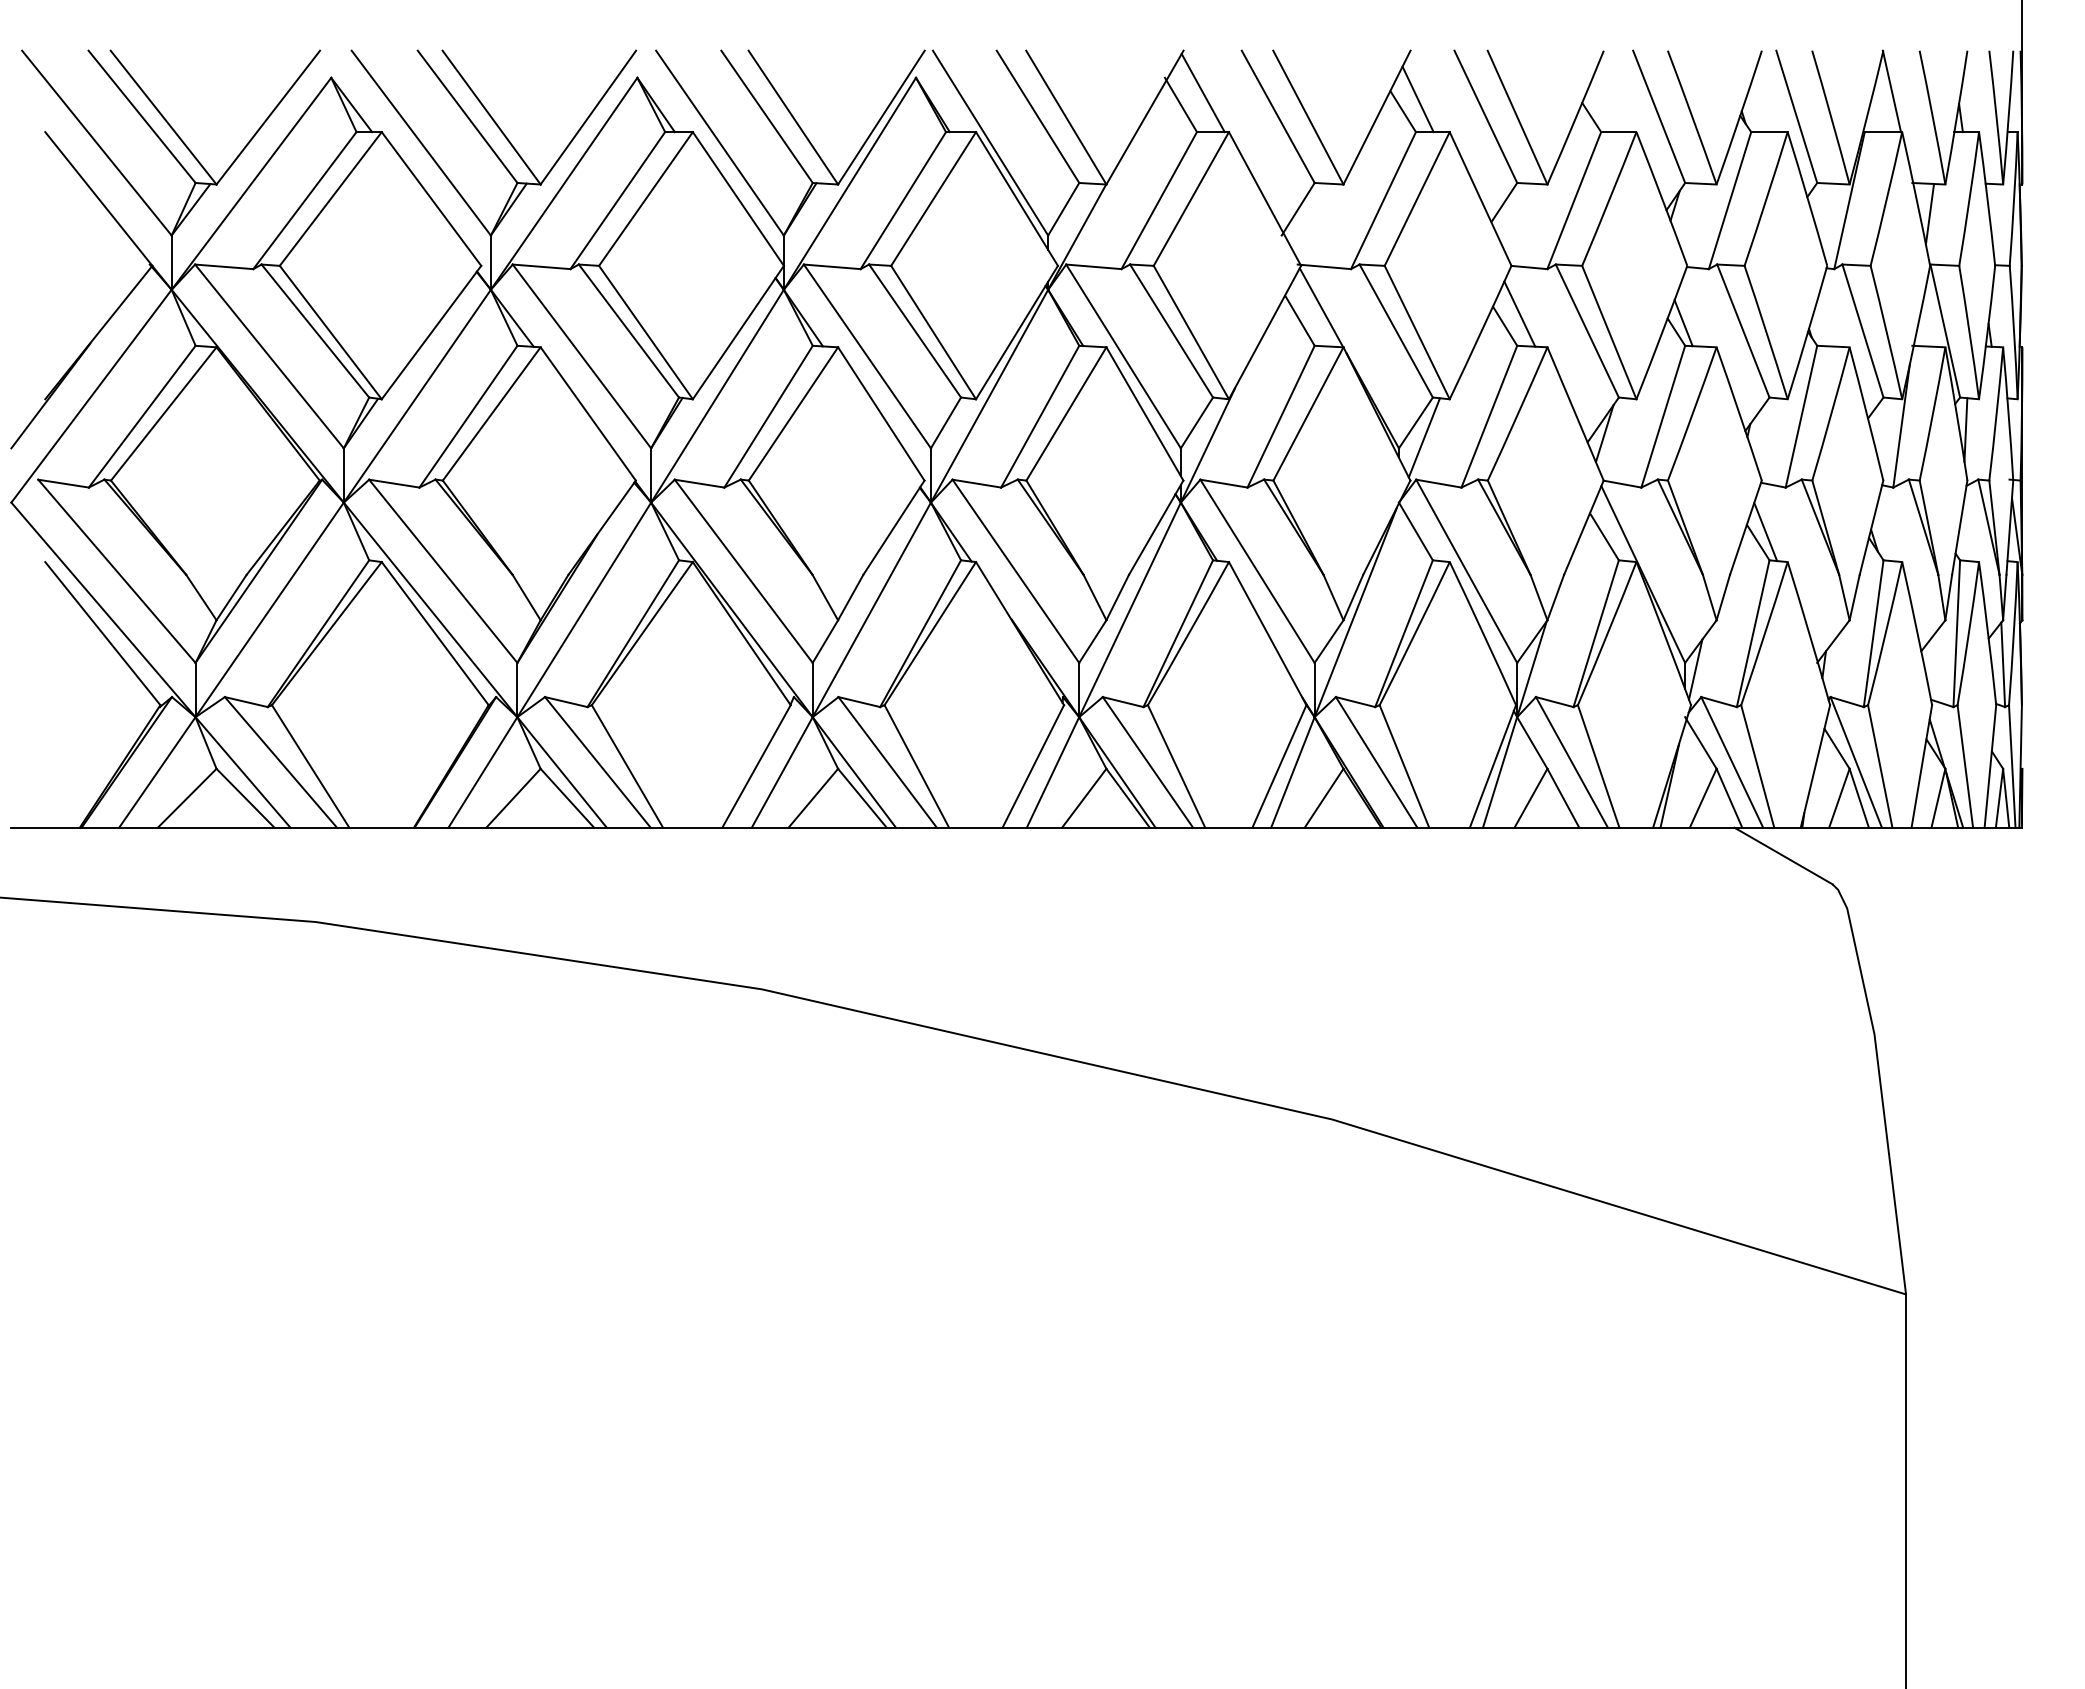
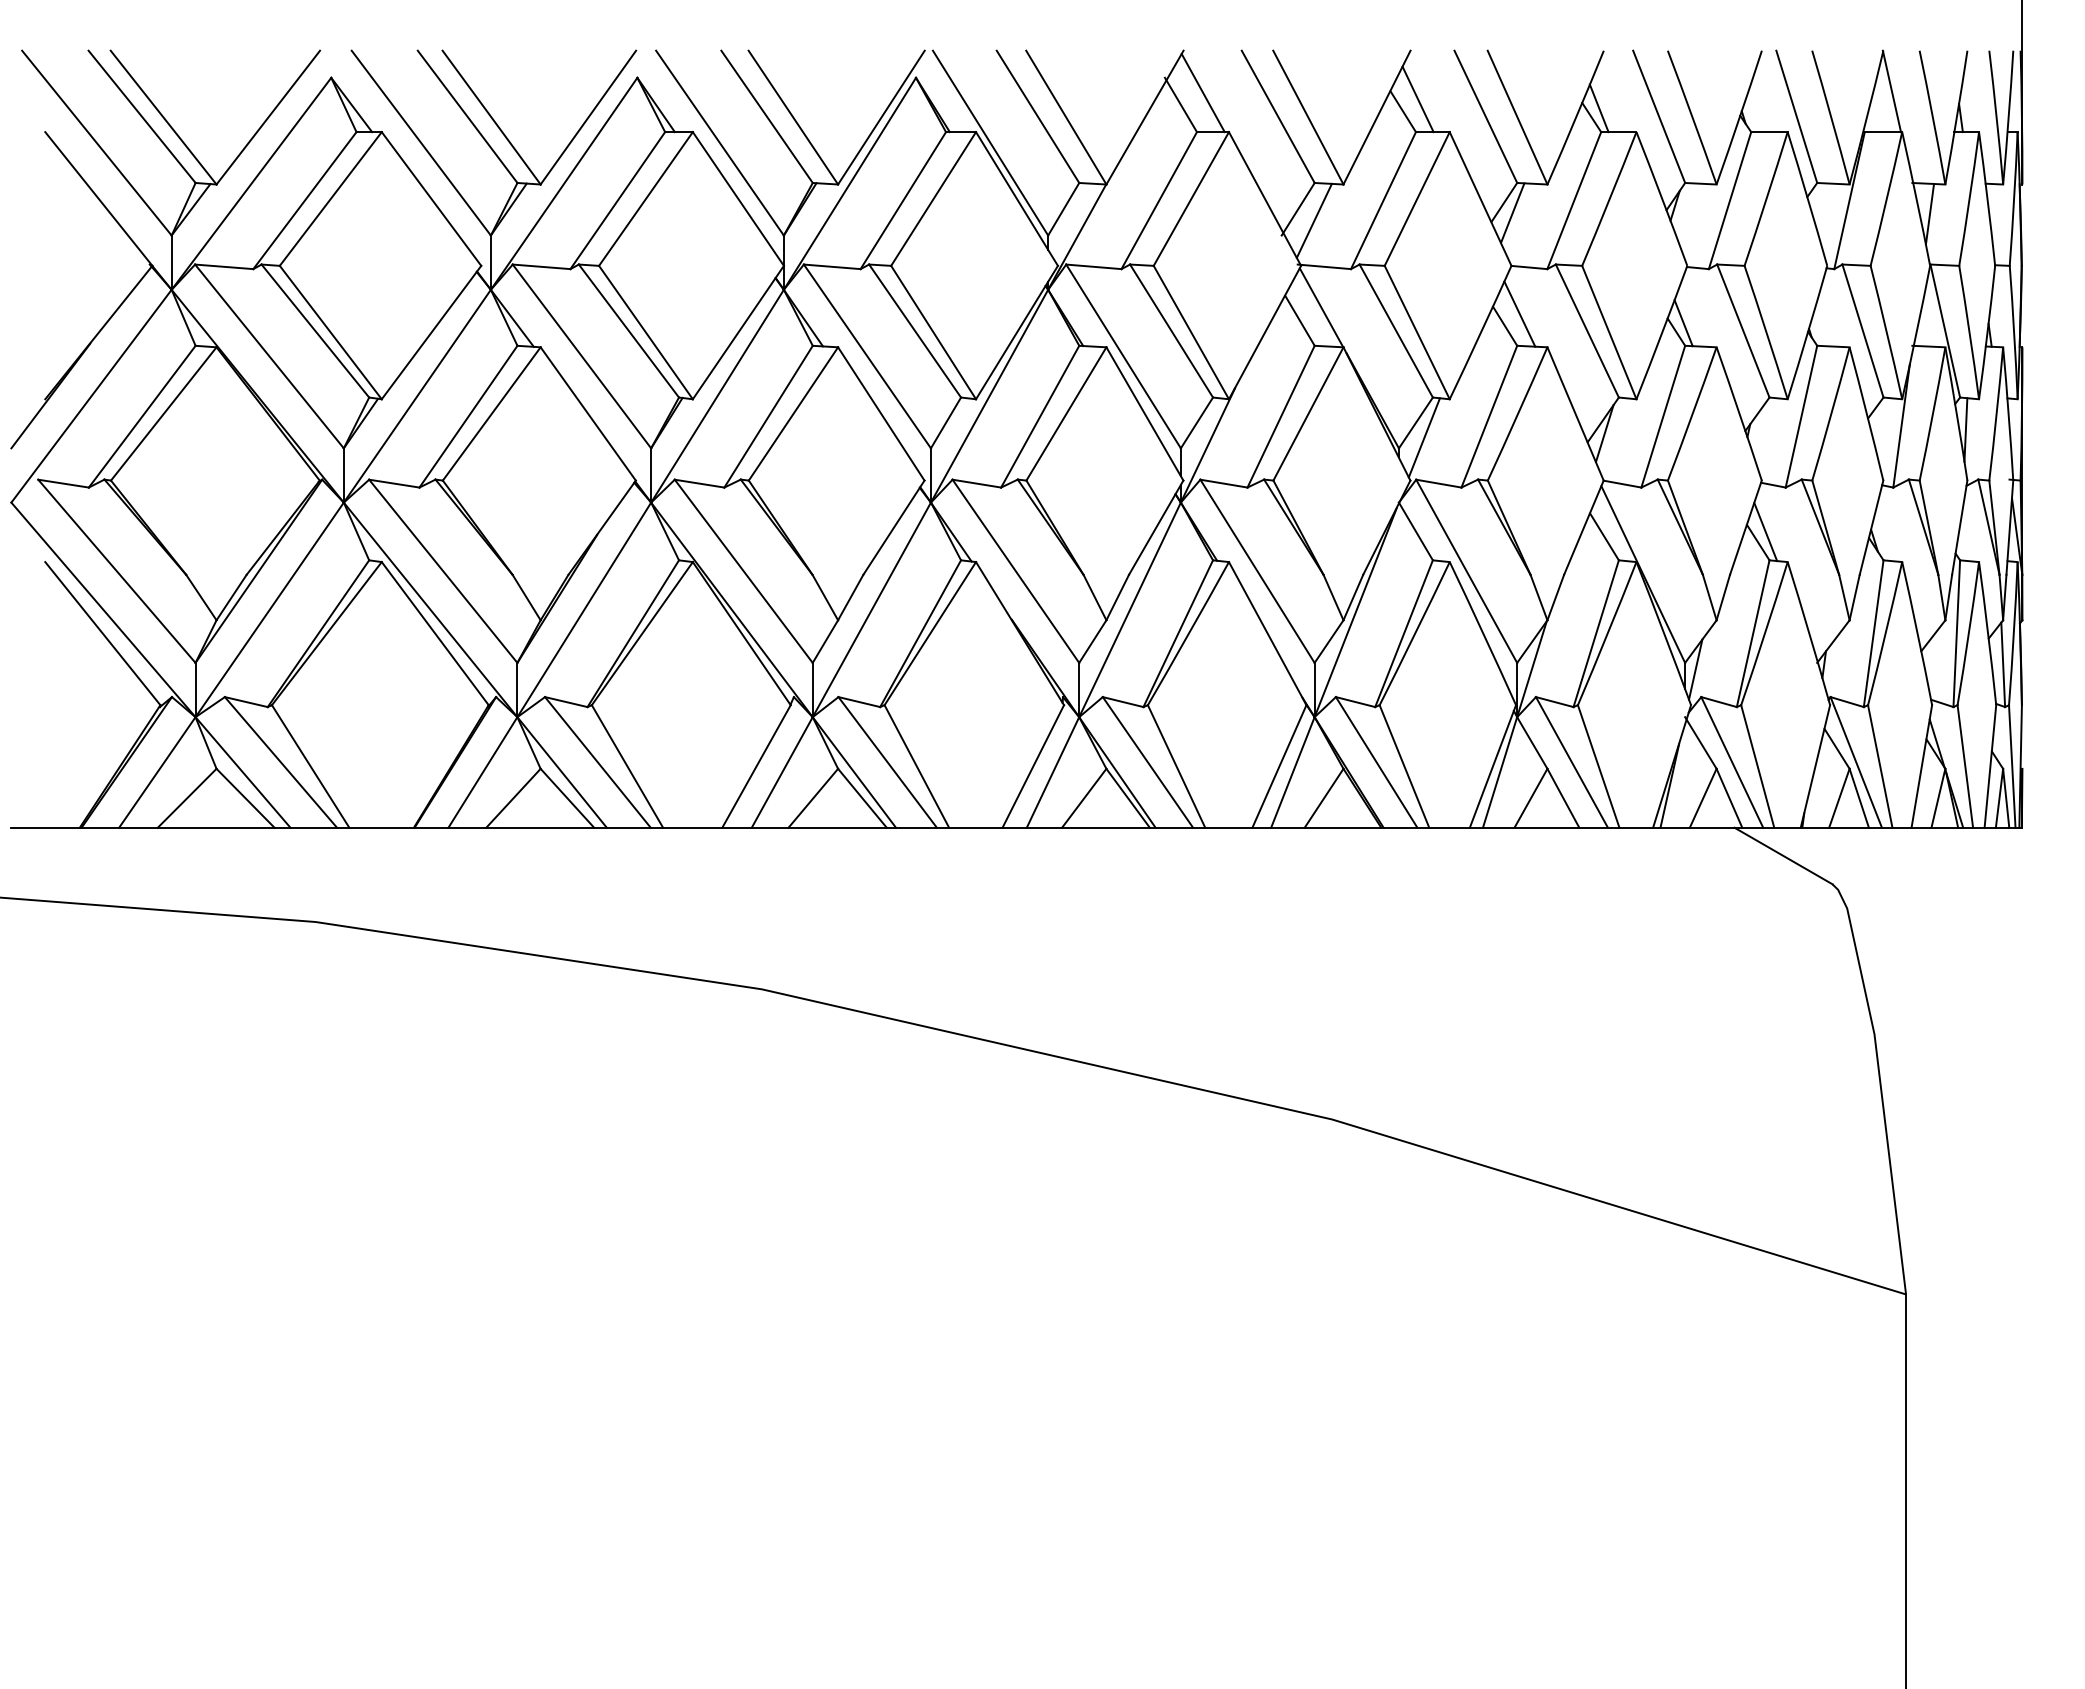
line at (1598, 108): none -> present
line at (1512, 212): none -> present
line at (1313, 220): none -> present
